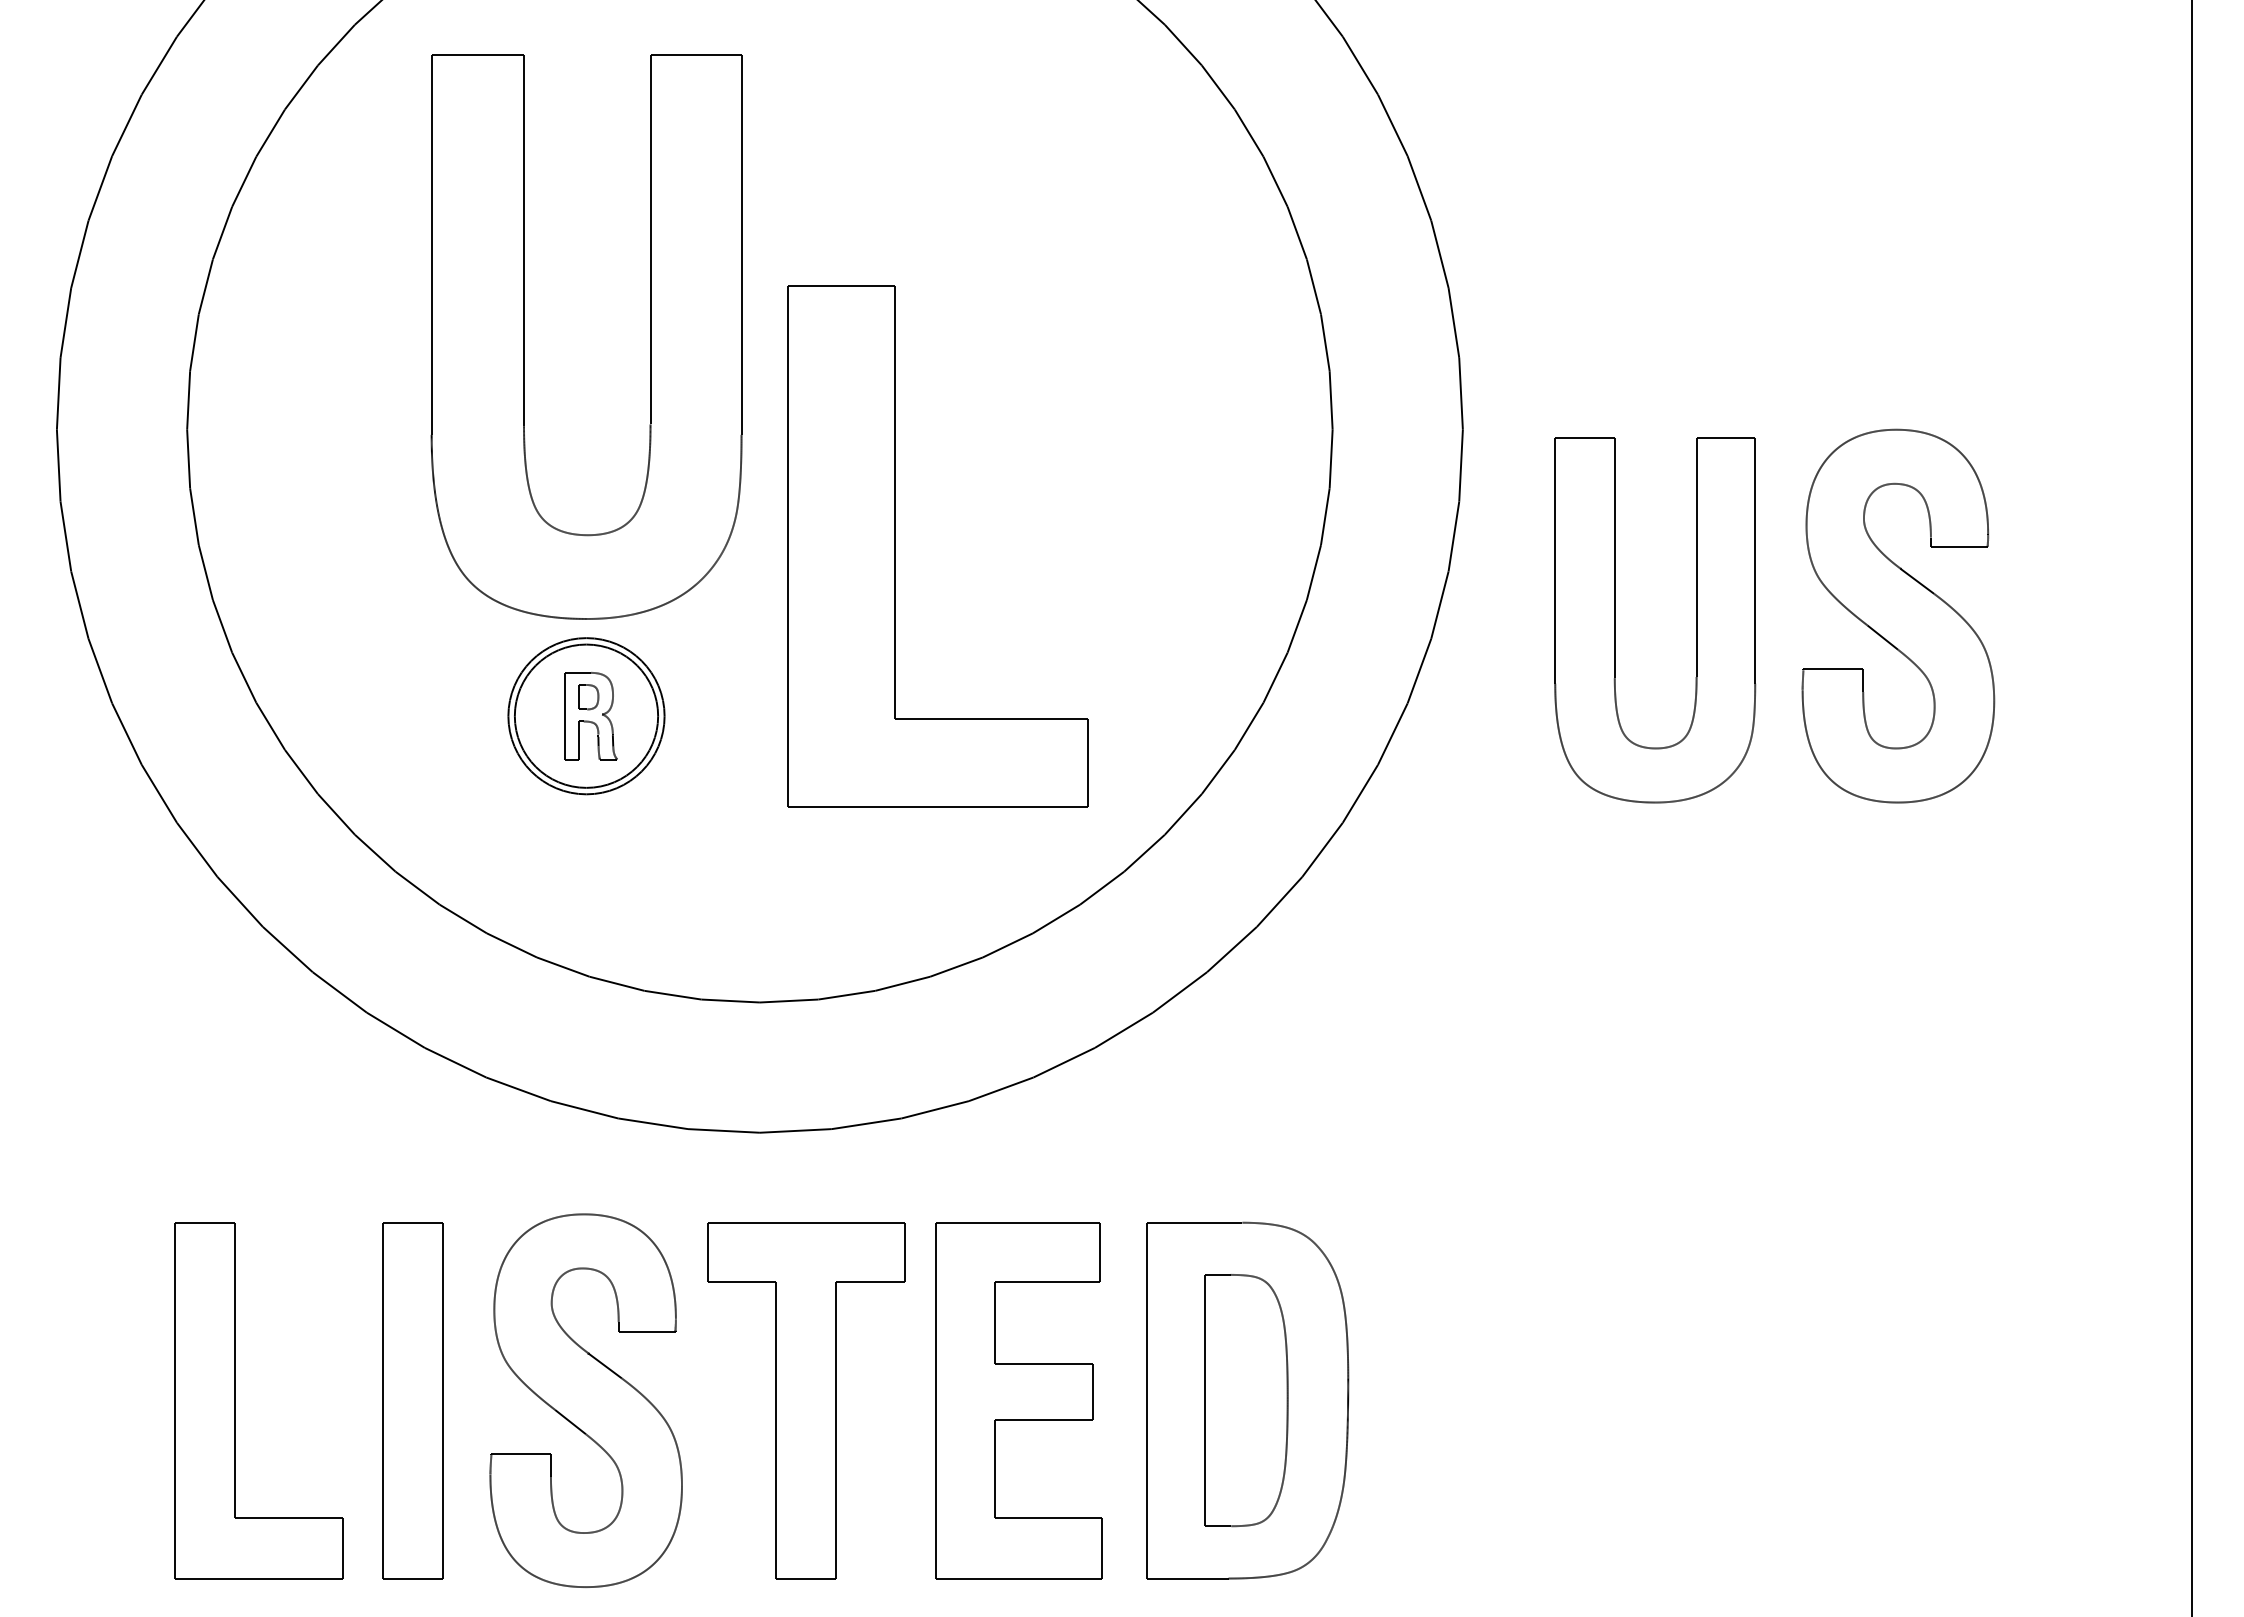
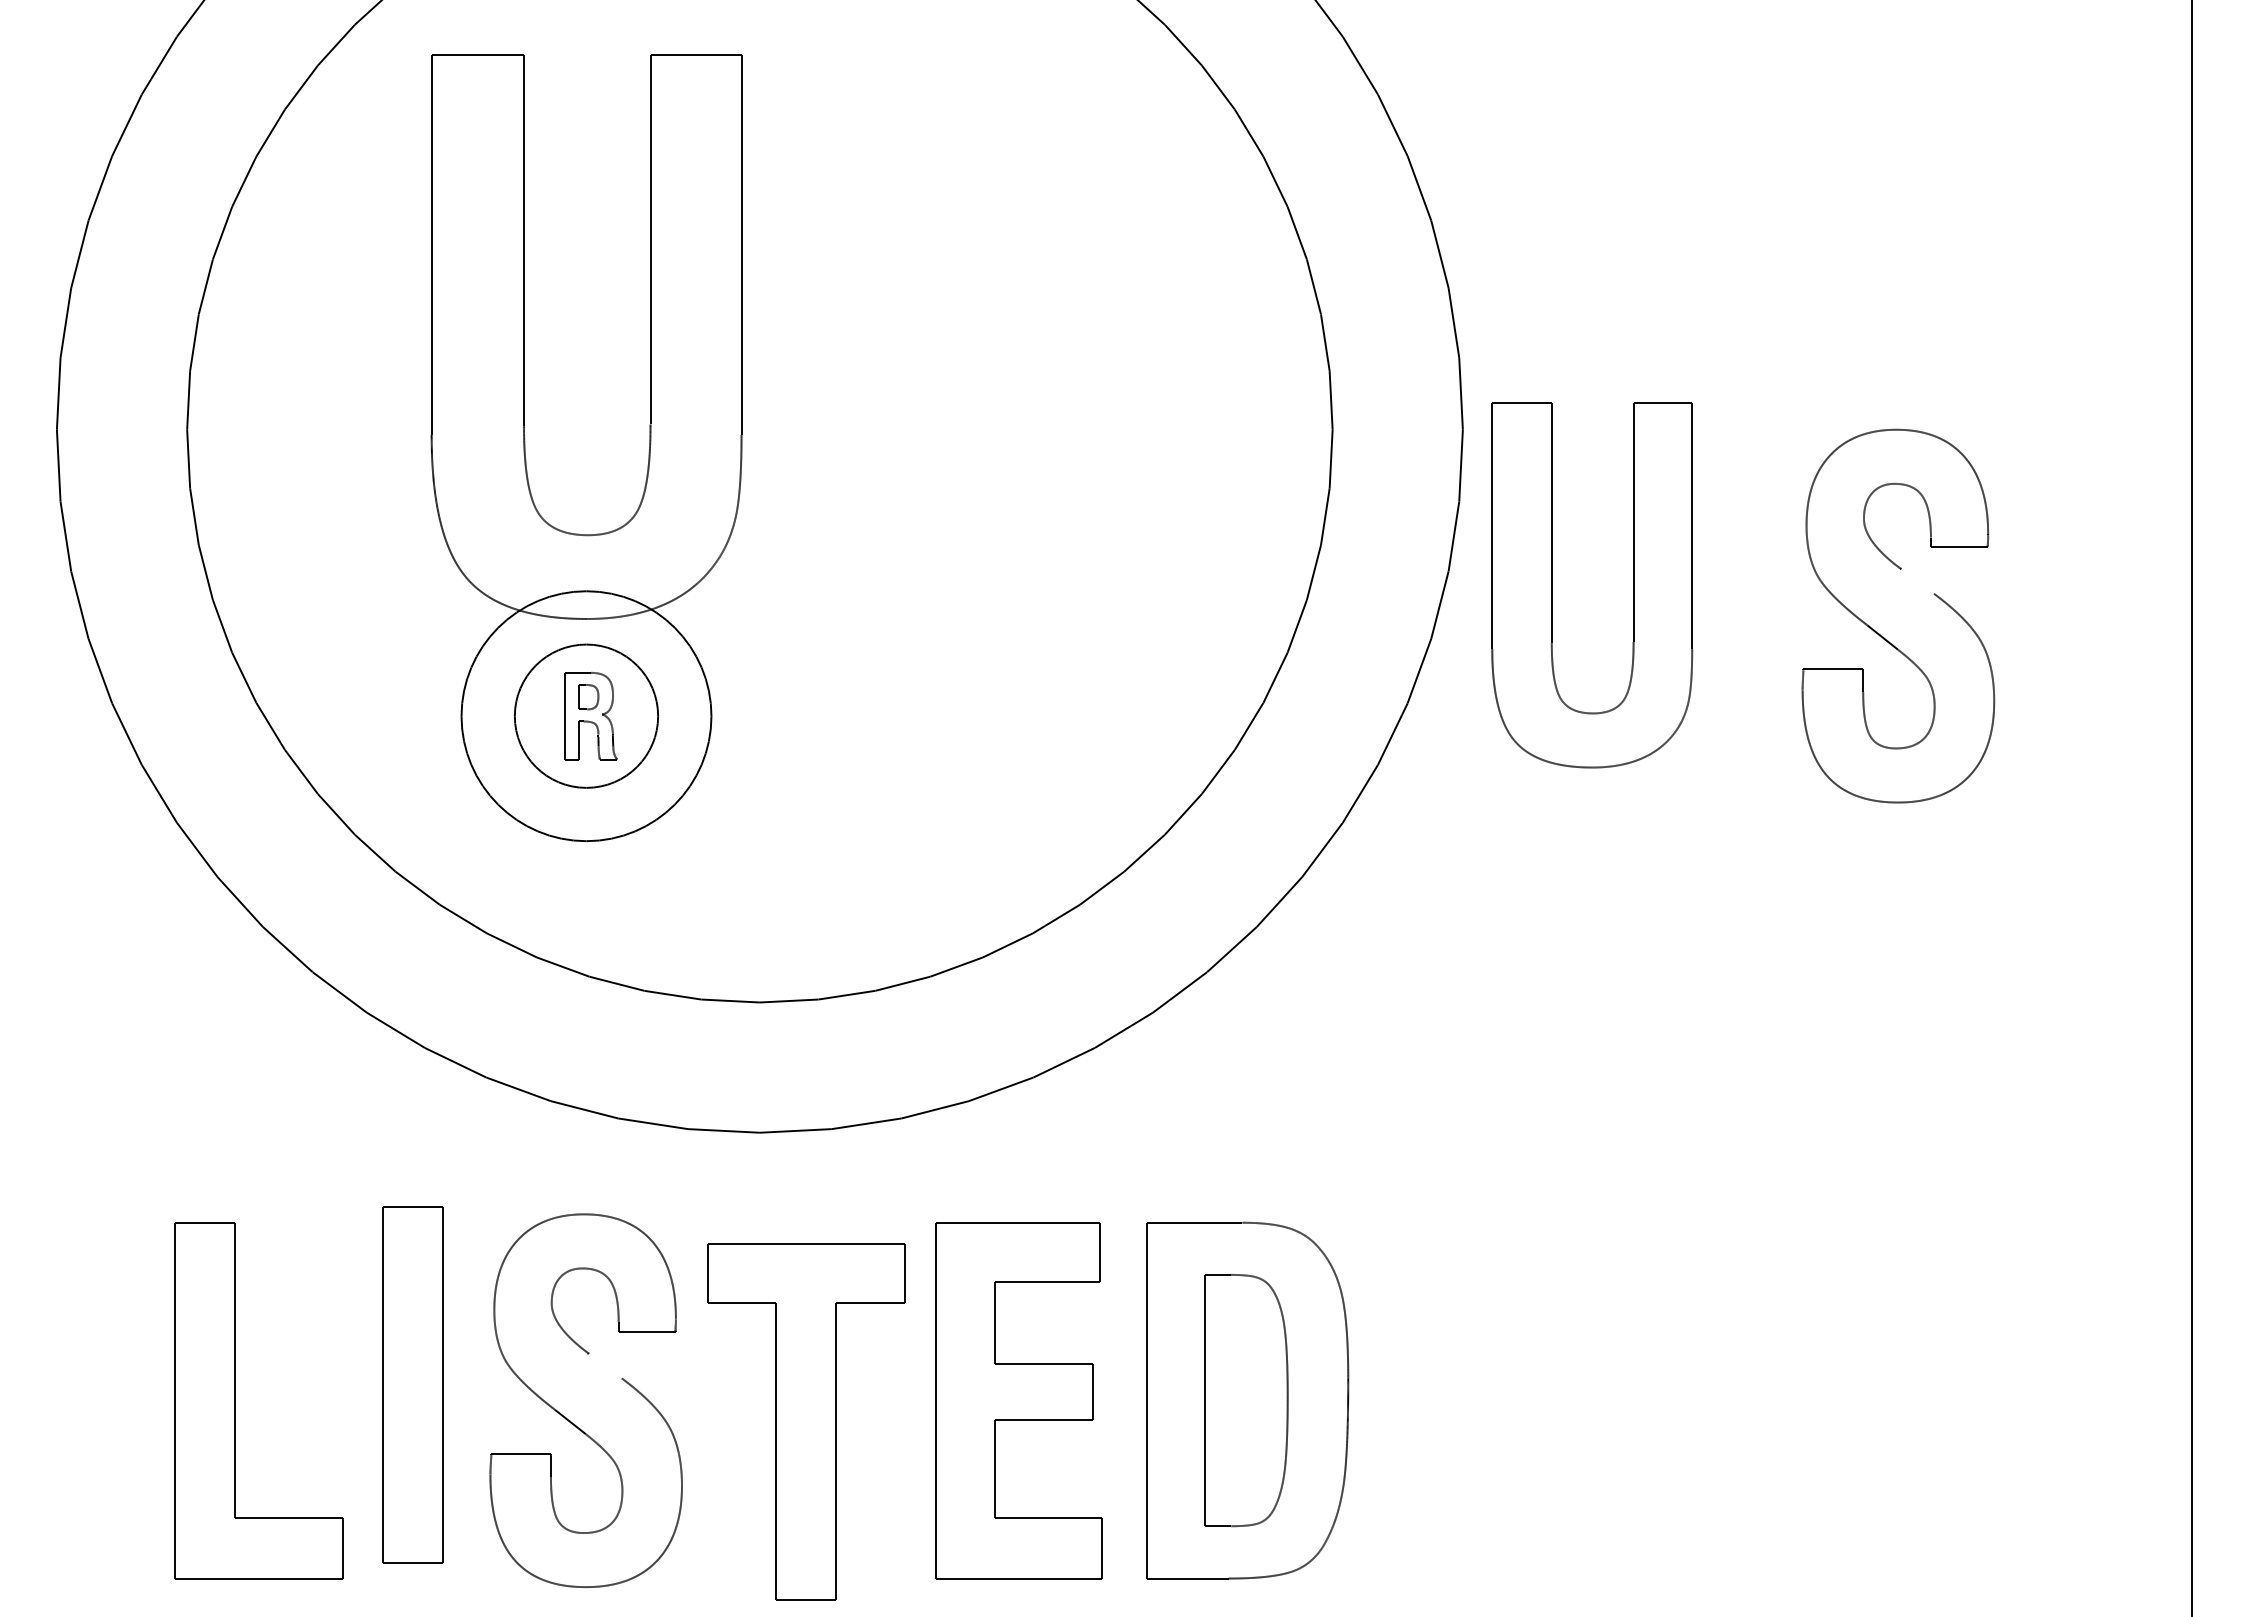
part at (895, 546): present -> none
line at (1917, 581): present -> none
part at (1615, 620) position: (1615, 620) -> (1552, 585)
circle at (586, 716) diameter: 156 px -> 250 px
line at (604, 1365): present -> none
part at (412, 1400) position: (412, 1400) -> (412, 1384)
part at (806, 1400) position: (806, 1400) -> (806, 1421)
